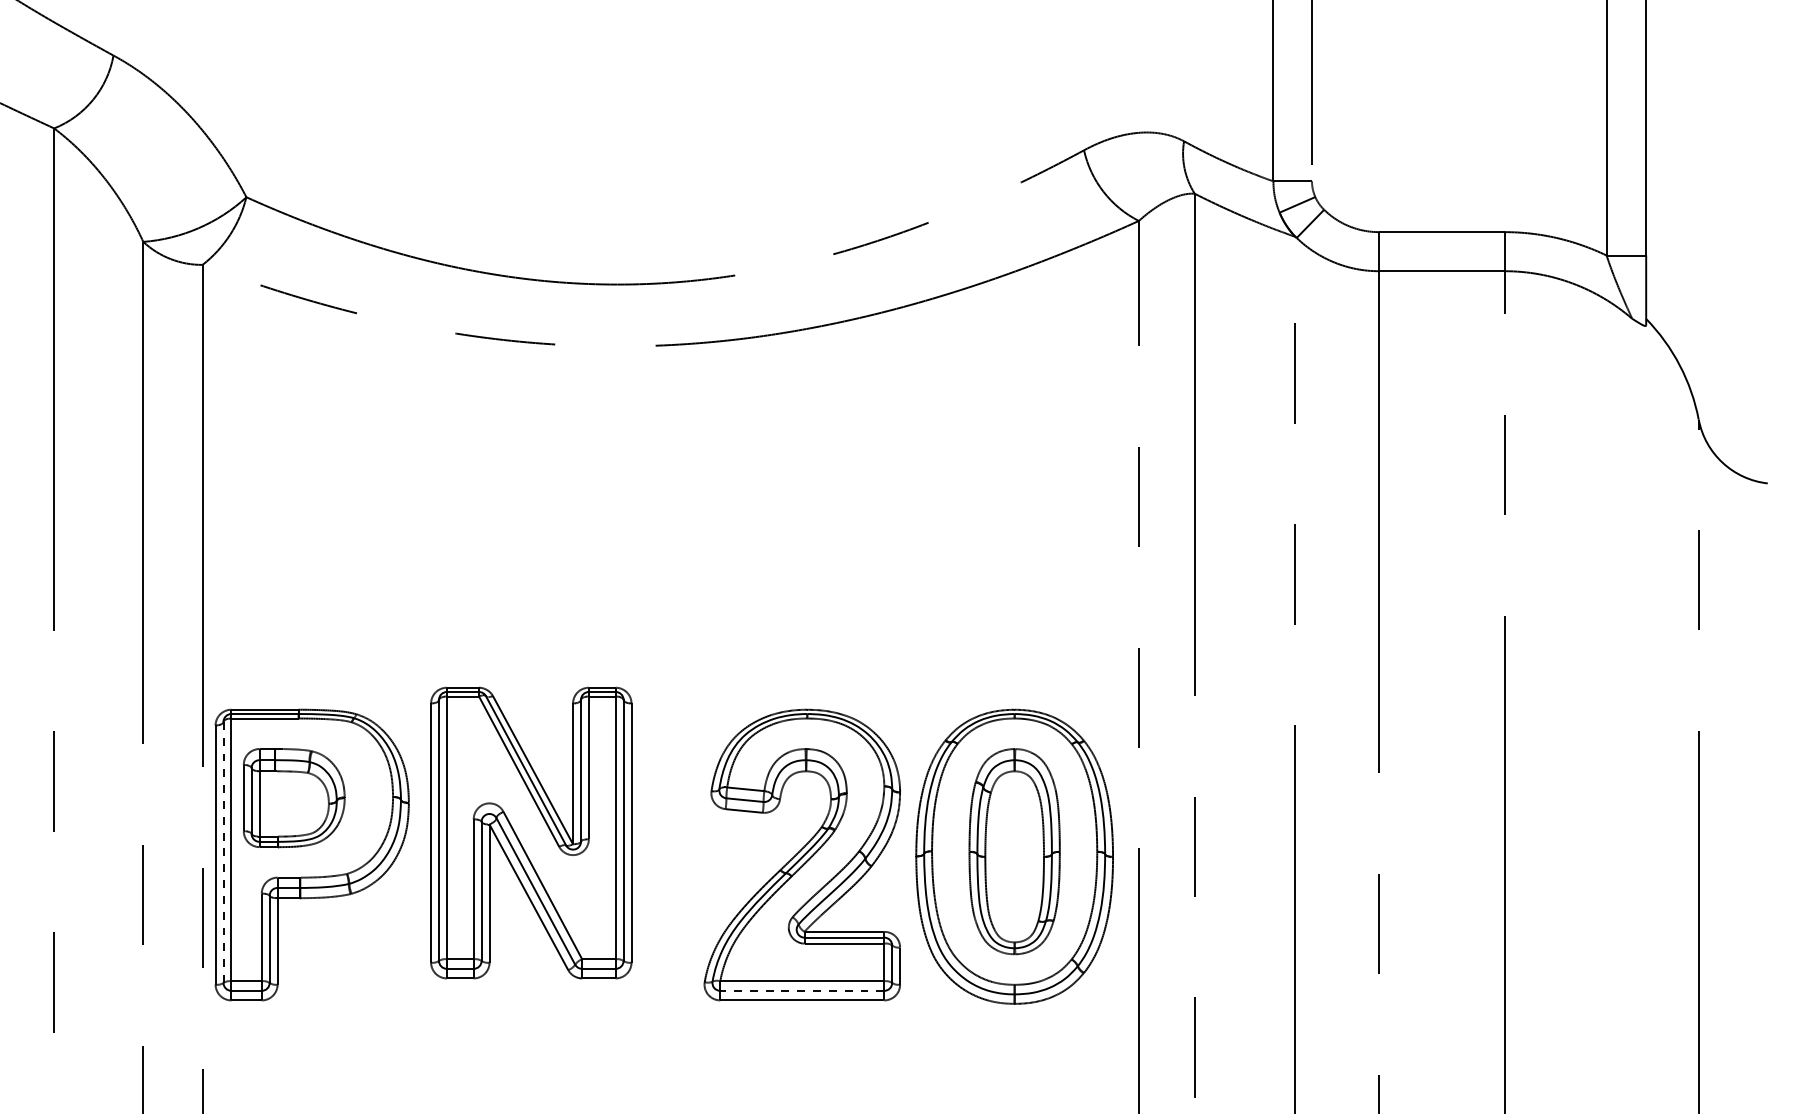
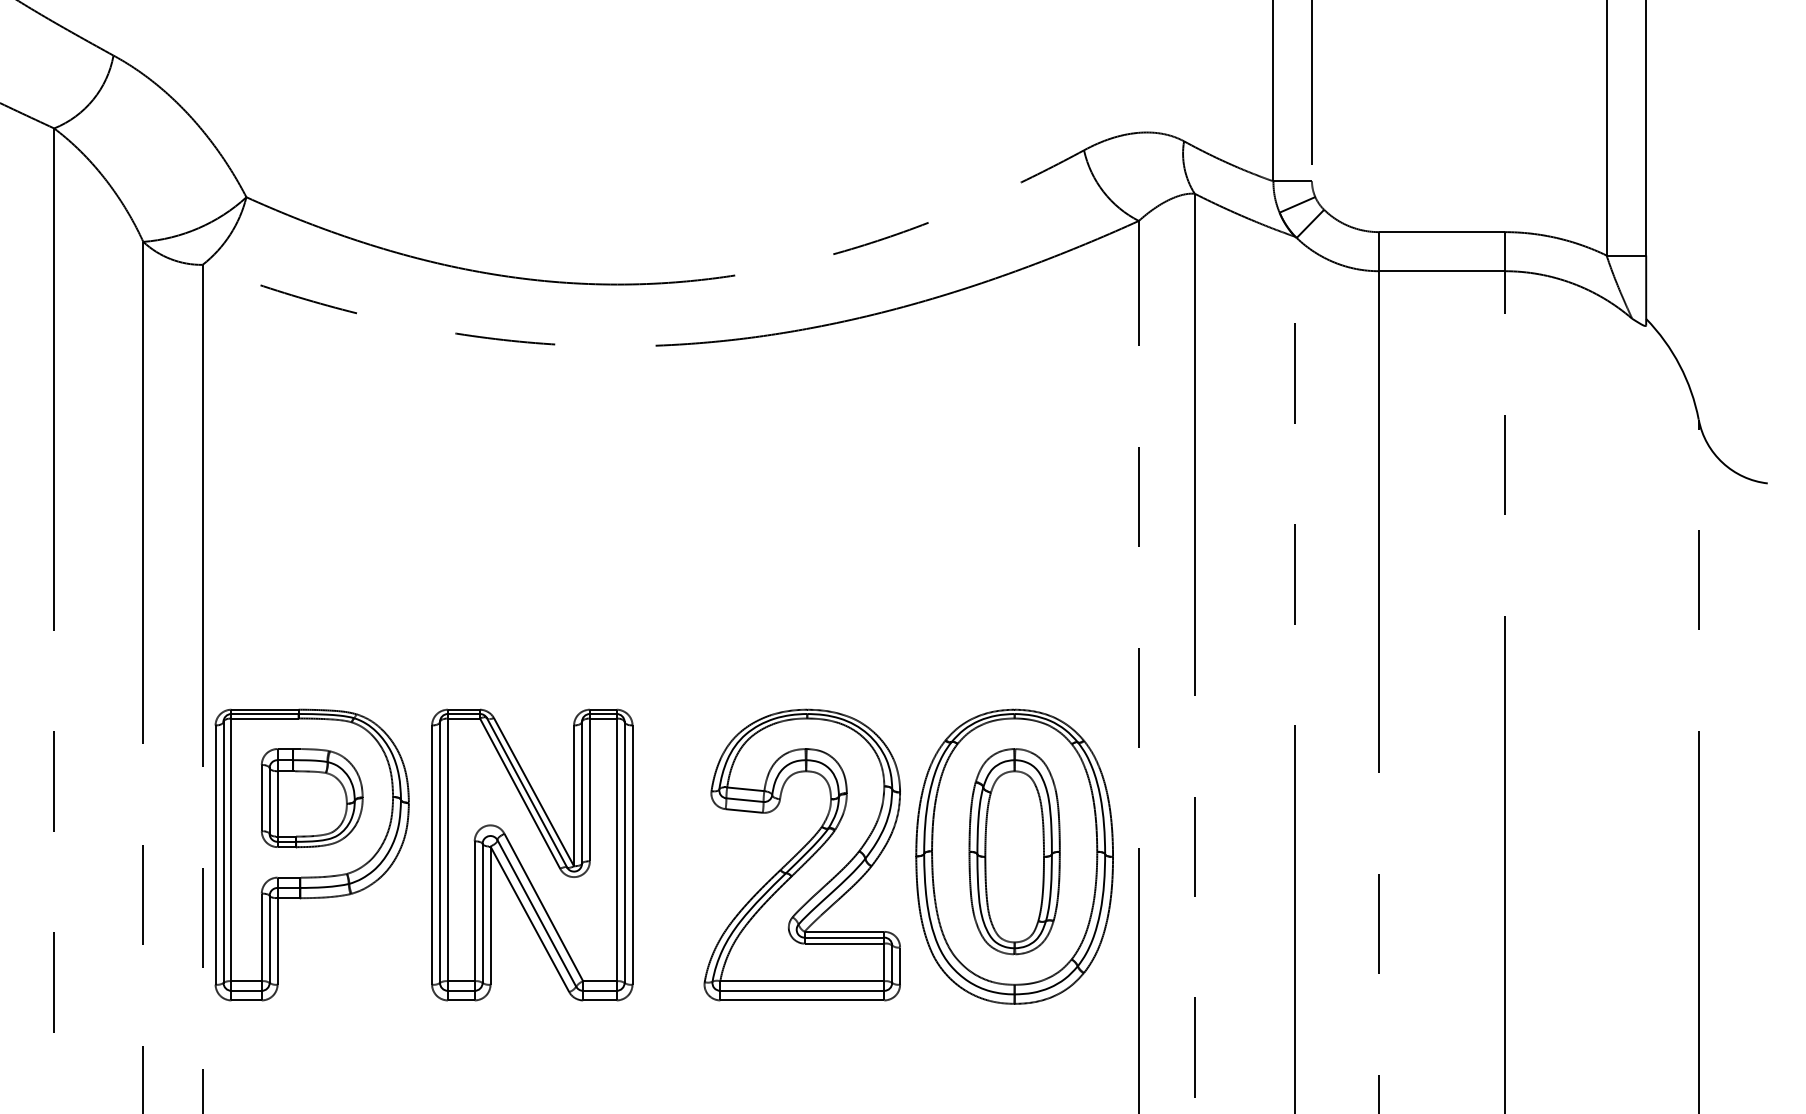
part at (293, 798) position: (293, 798) -> (311, 798)
part at (531, 832) position: (531, 832) -> (532, 854)
line at (223, 852): dashed -> solid
line at (802, 990): dashed -> solid
